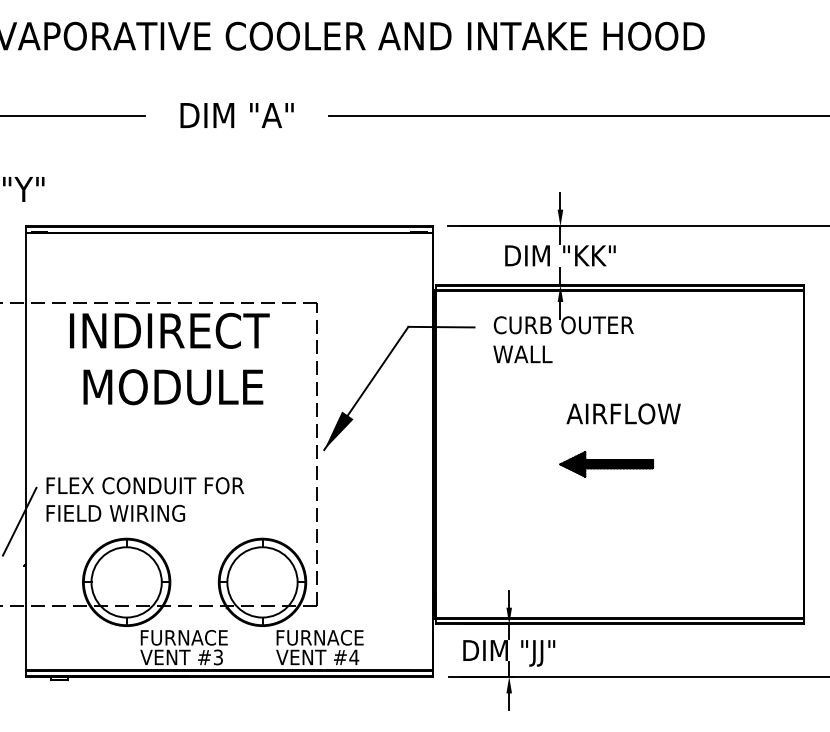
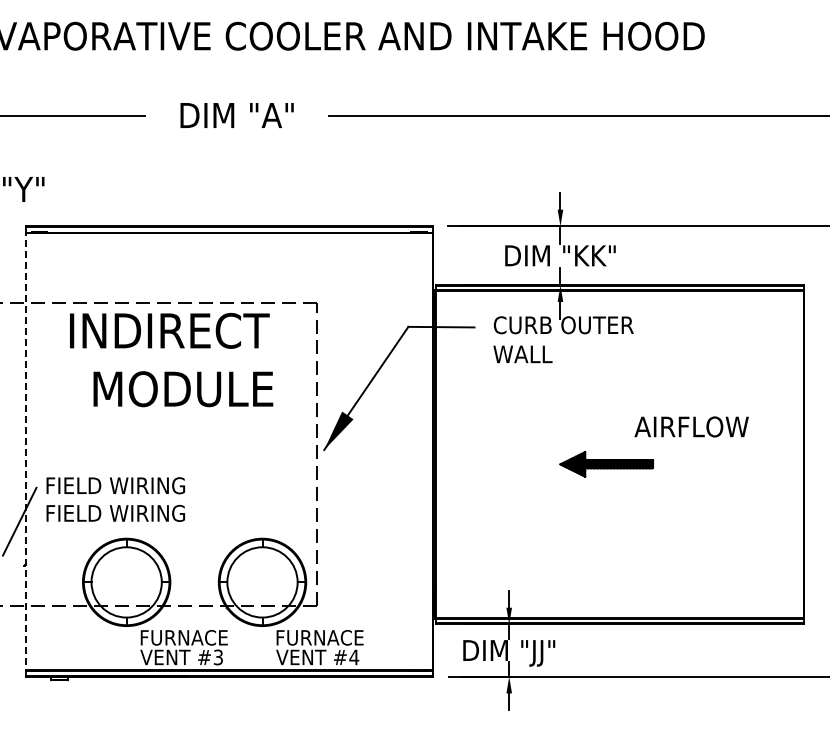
text at (173, 387) position: (173, 387) -> (183, 389)
text at (623, 413) position: (623, 413) -> (691, 426)
line at (25, 454): solid -> dashed
text at (152, 485): FLEX CONDUIT FOR -> FIELD WIRING
